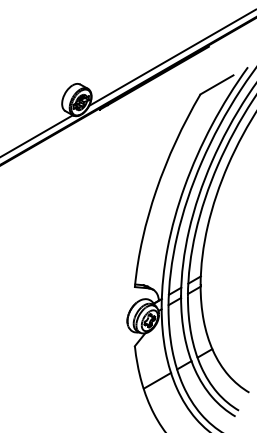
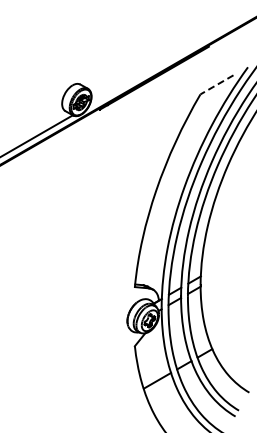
line at (171, 58): present -> none
line at (216, 85): solid -> dashed
